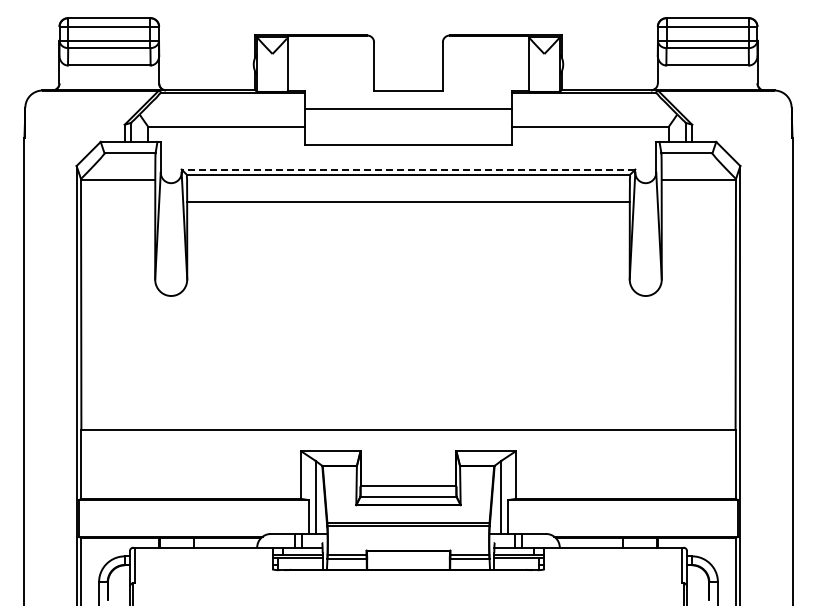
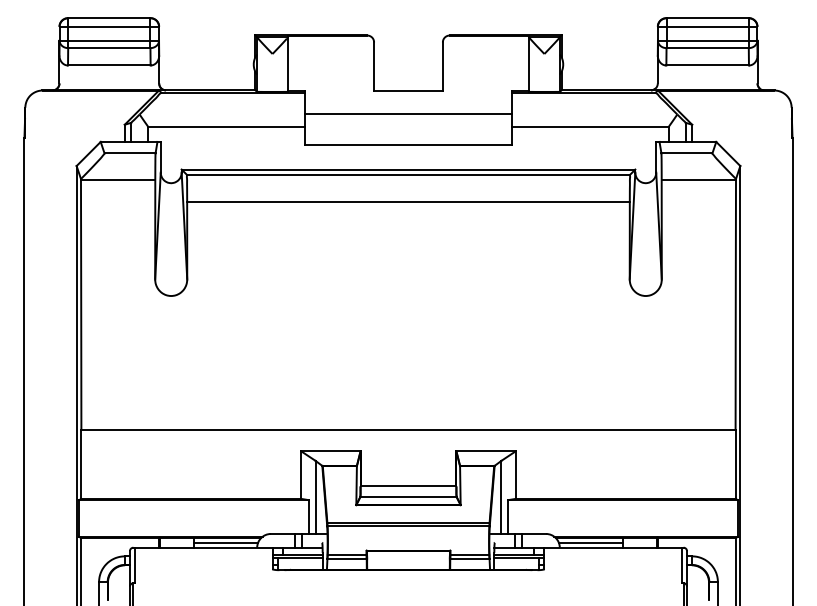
line at (408, 109) position: (408, 109) -> (408, 114)
line at (408, 169): dashed -> solid
line at (225, 542): none -> present
line at (590, 542): none -> present
